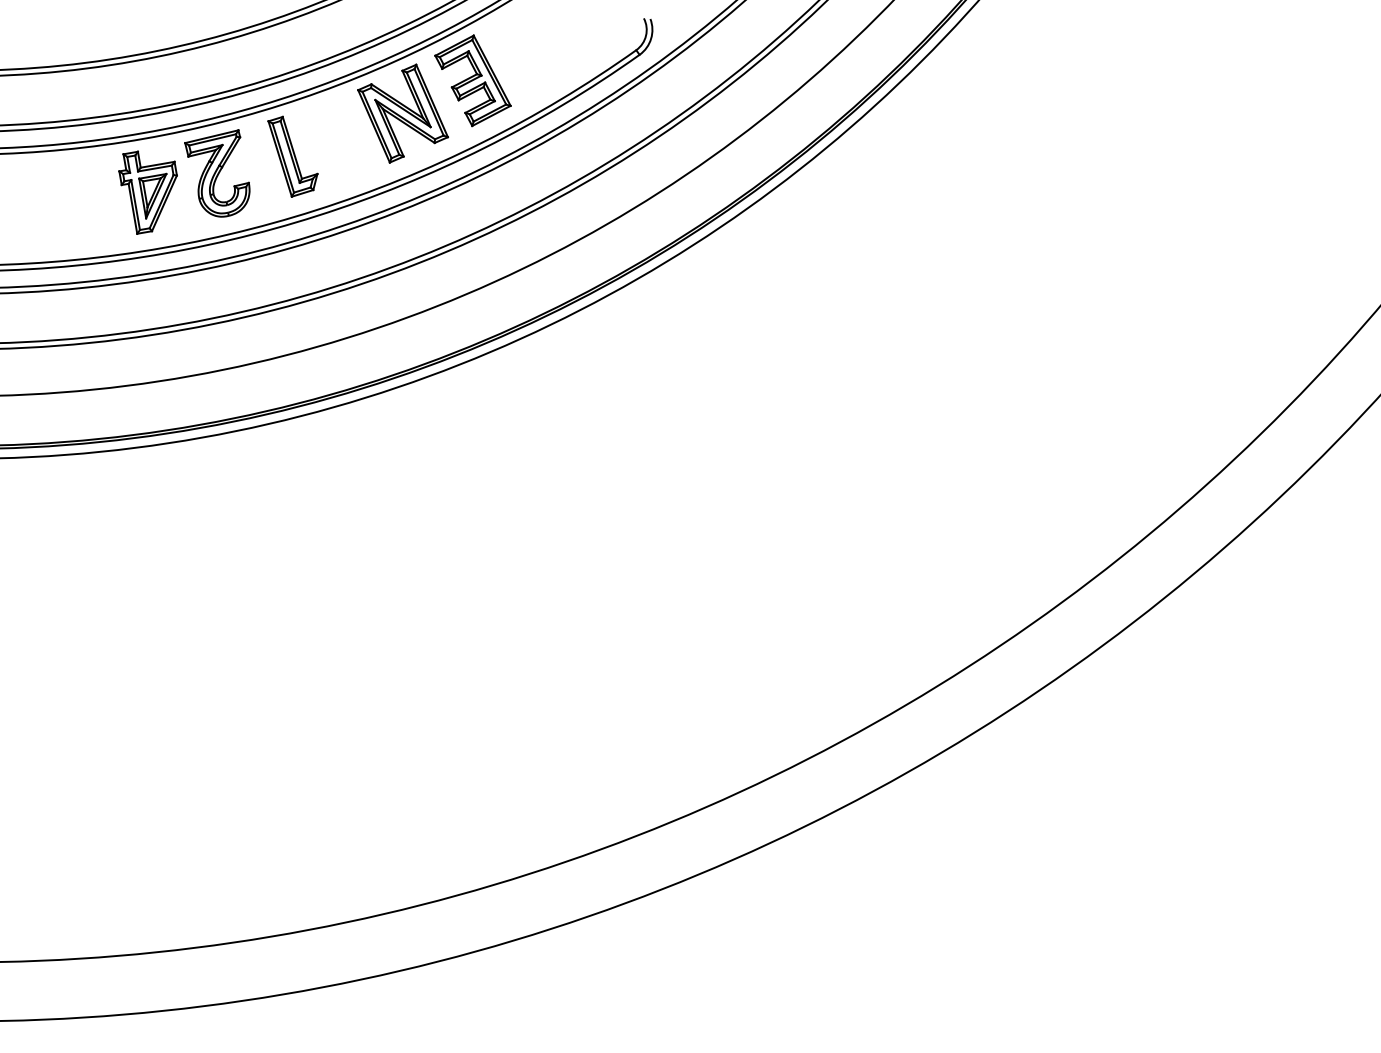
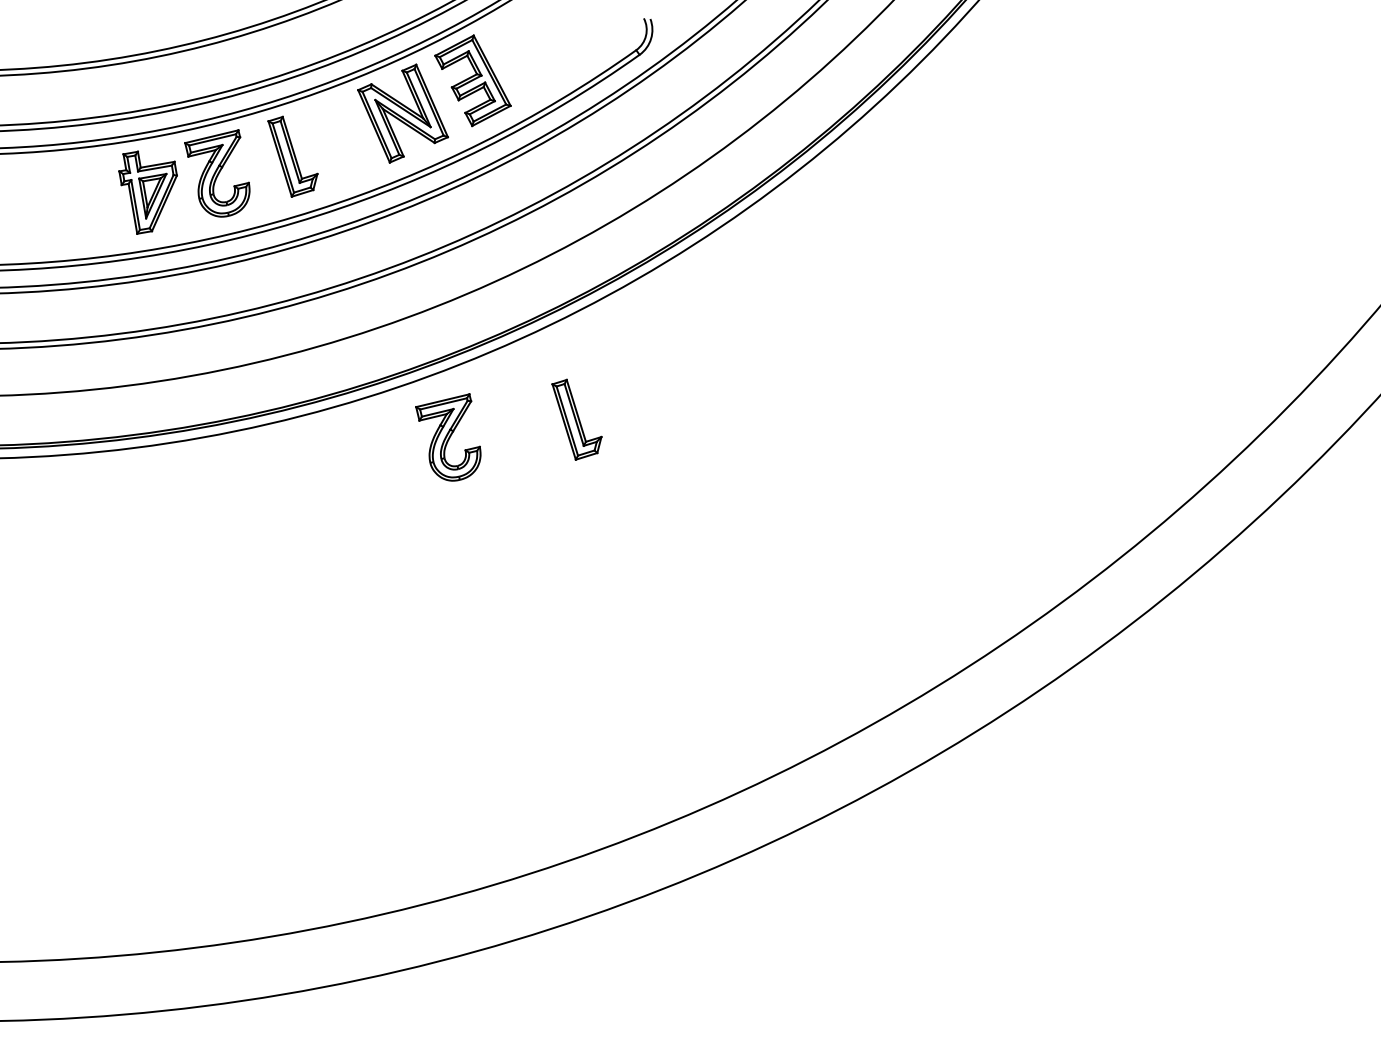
part at (576, 419): none -> present
part at (448, 437): none -> present
